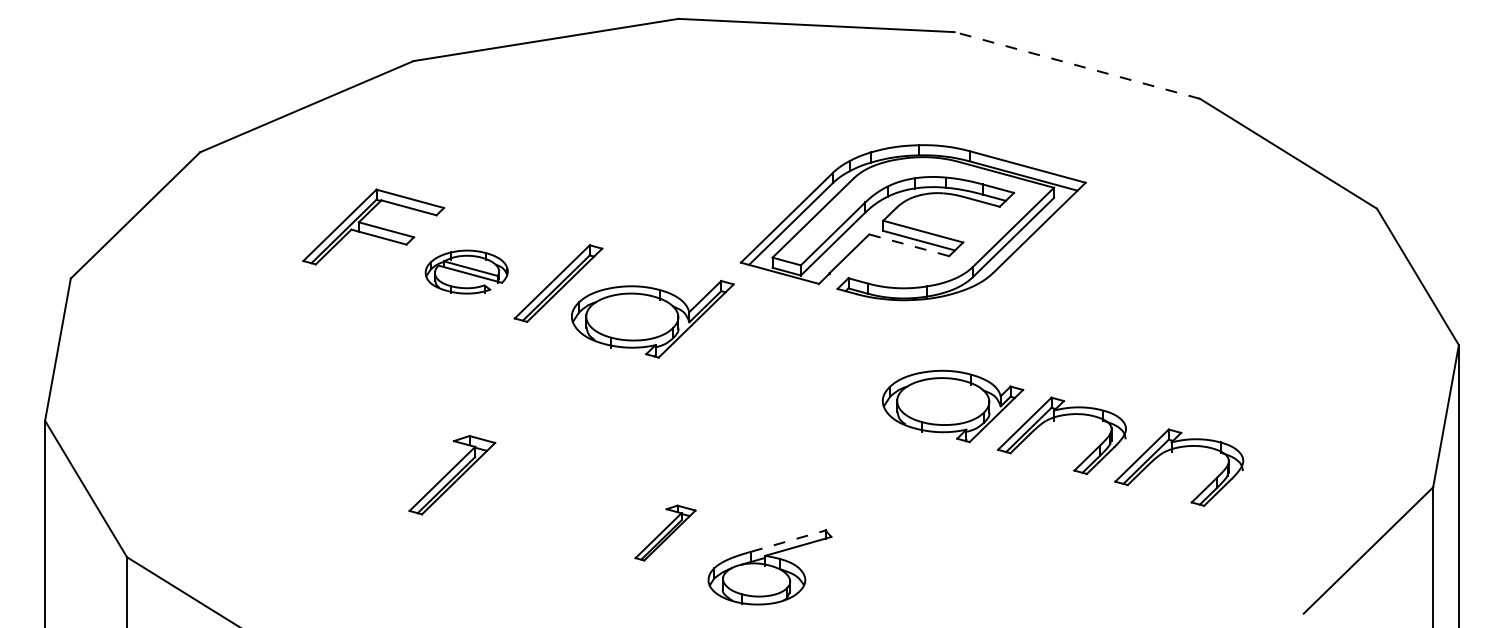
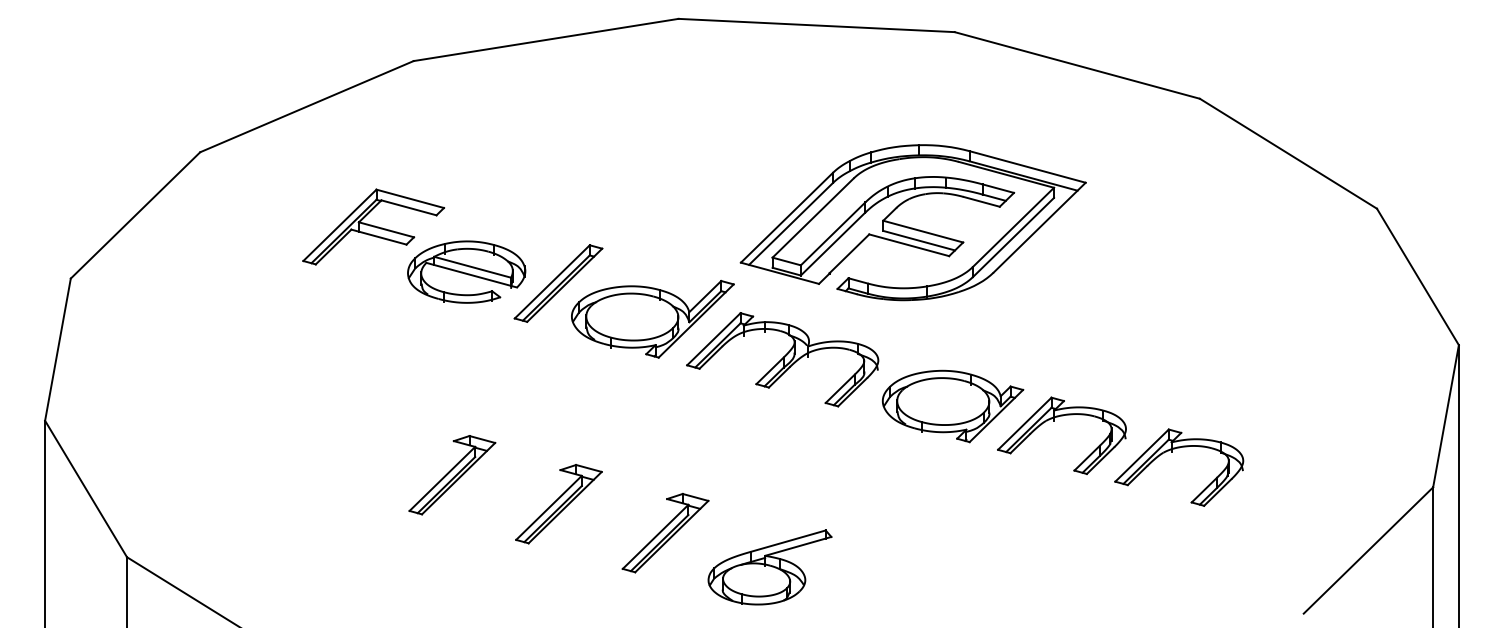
line at (1076, 65): dashed -> solid
line at (908, 245): dashed -> solid
part at (466, 271) size: 85x46 px -> 120x64 px
part at (782, 359): none -> present
part at (558, 504): none -> present
part at (665, 532) size: 63x58 px -> 89x82 px
line at (788, 541): dashed -> solid
